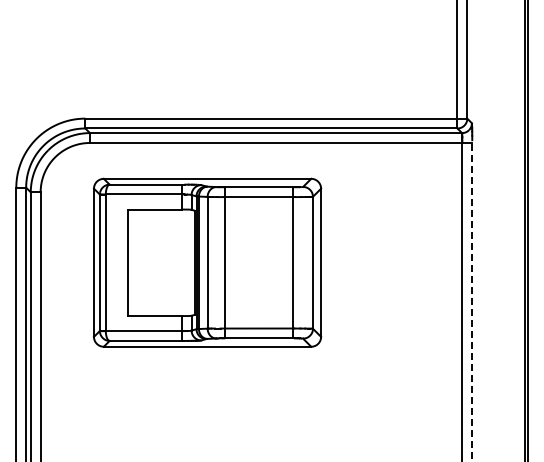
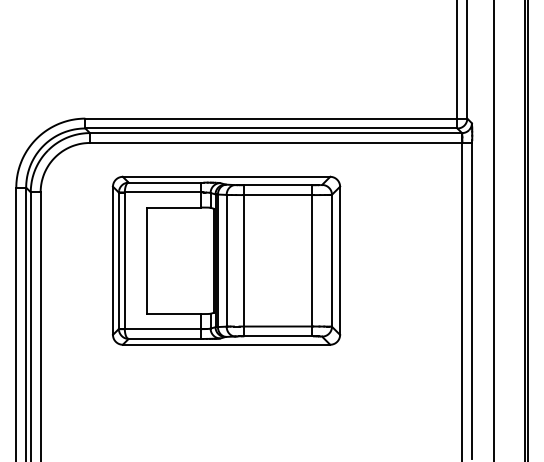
line at (493, 230): none -> present
part at (207, 262) position: (207, 262) -> (226, 260)
line at (472, 299): dashed -> solid
